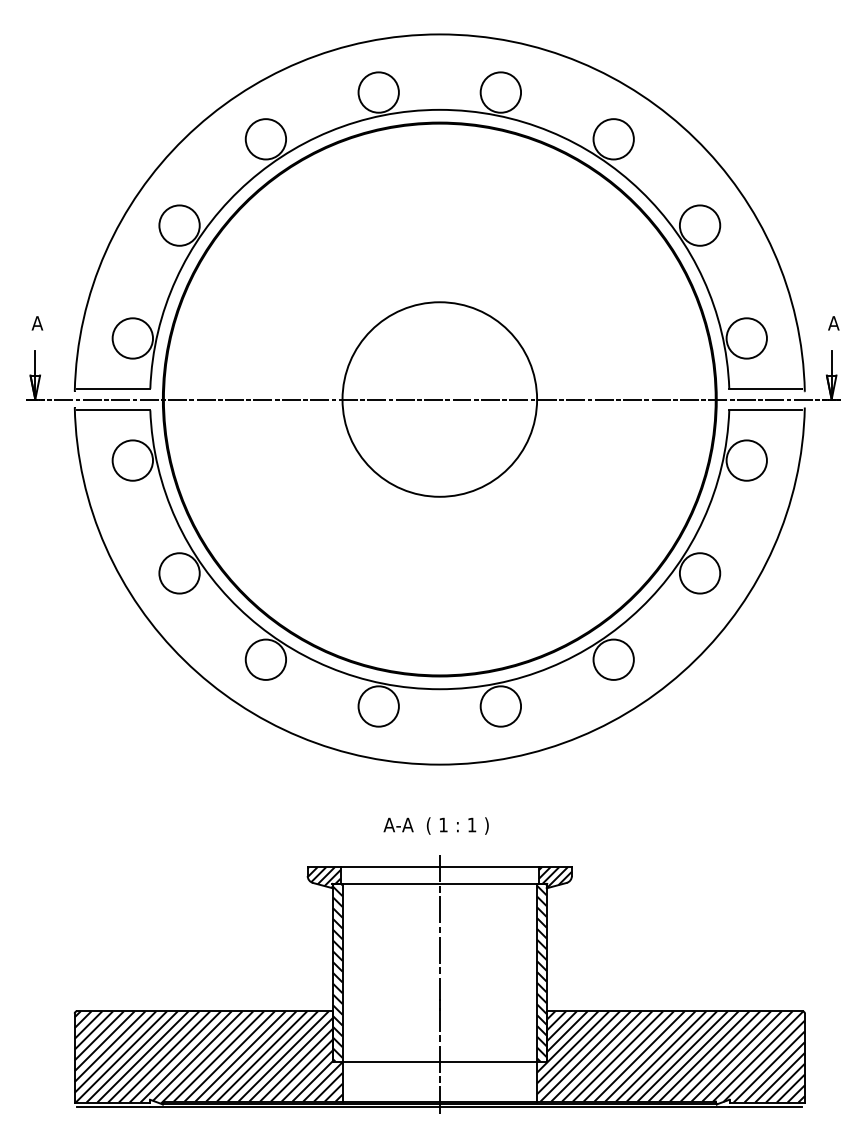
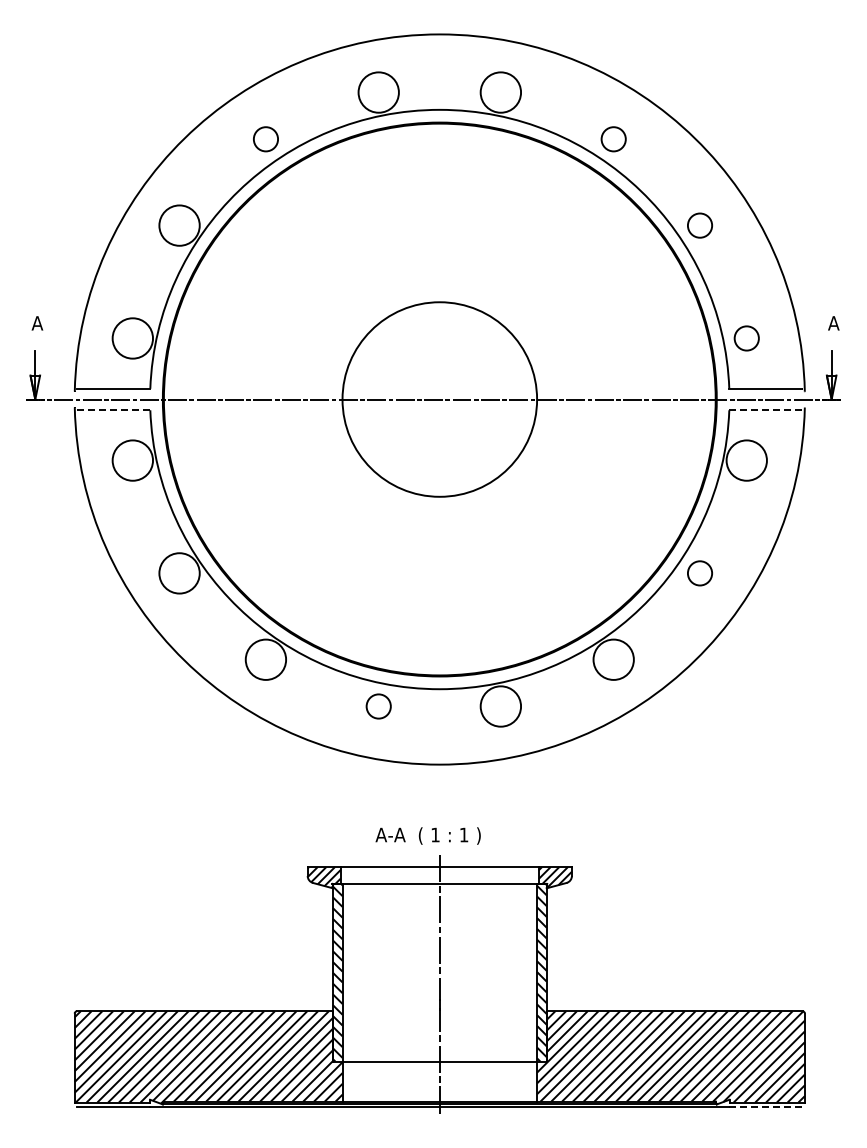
circle at (265, 139) diameter: 40 px -> 24 px
circle at (613, 139) diameter: 40 px -> 24 px
circle at (699, 225) diameter: 40 px -> 24 px
circle at (746, 338) diameter: 40 px -> 24 px
line at (113, 410): solid -> dashed
line at (765, 410): solid -> dashed
circle at (699, 573) diameter: 40 px -> 24 px
circle at (378, 706) diameter: 40 px -> 24 px
text at (435, 825) position: (435, 825) -> (427, 835)
line at (765, 1107): solid -> dashed
